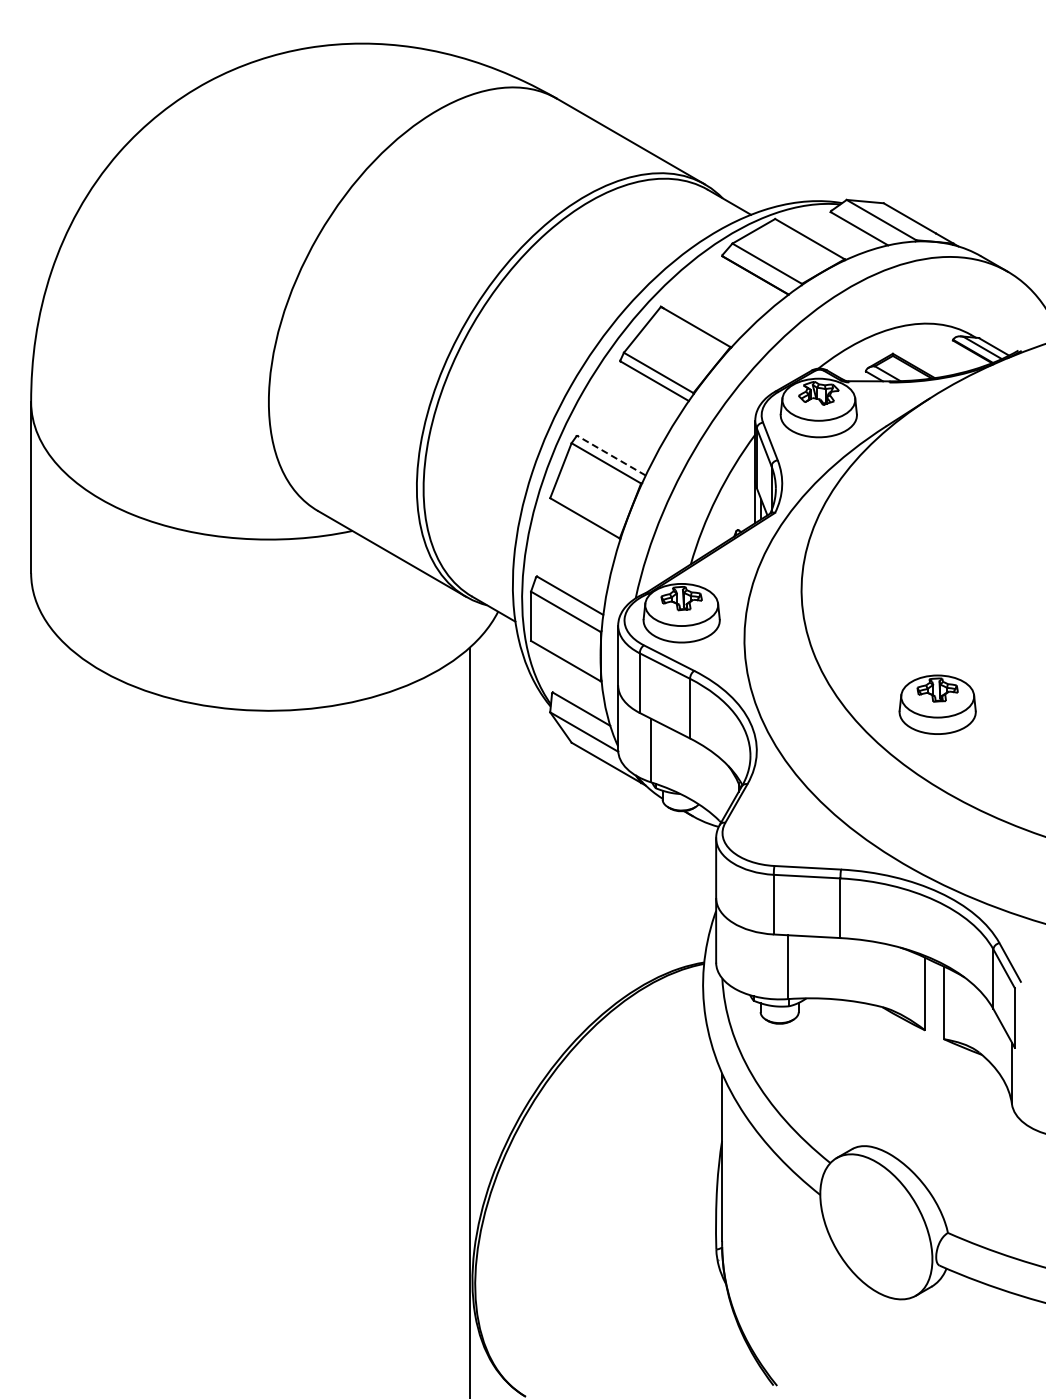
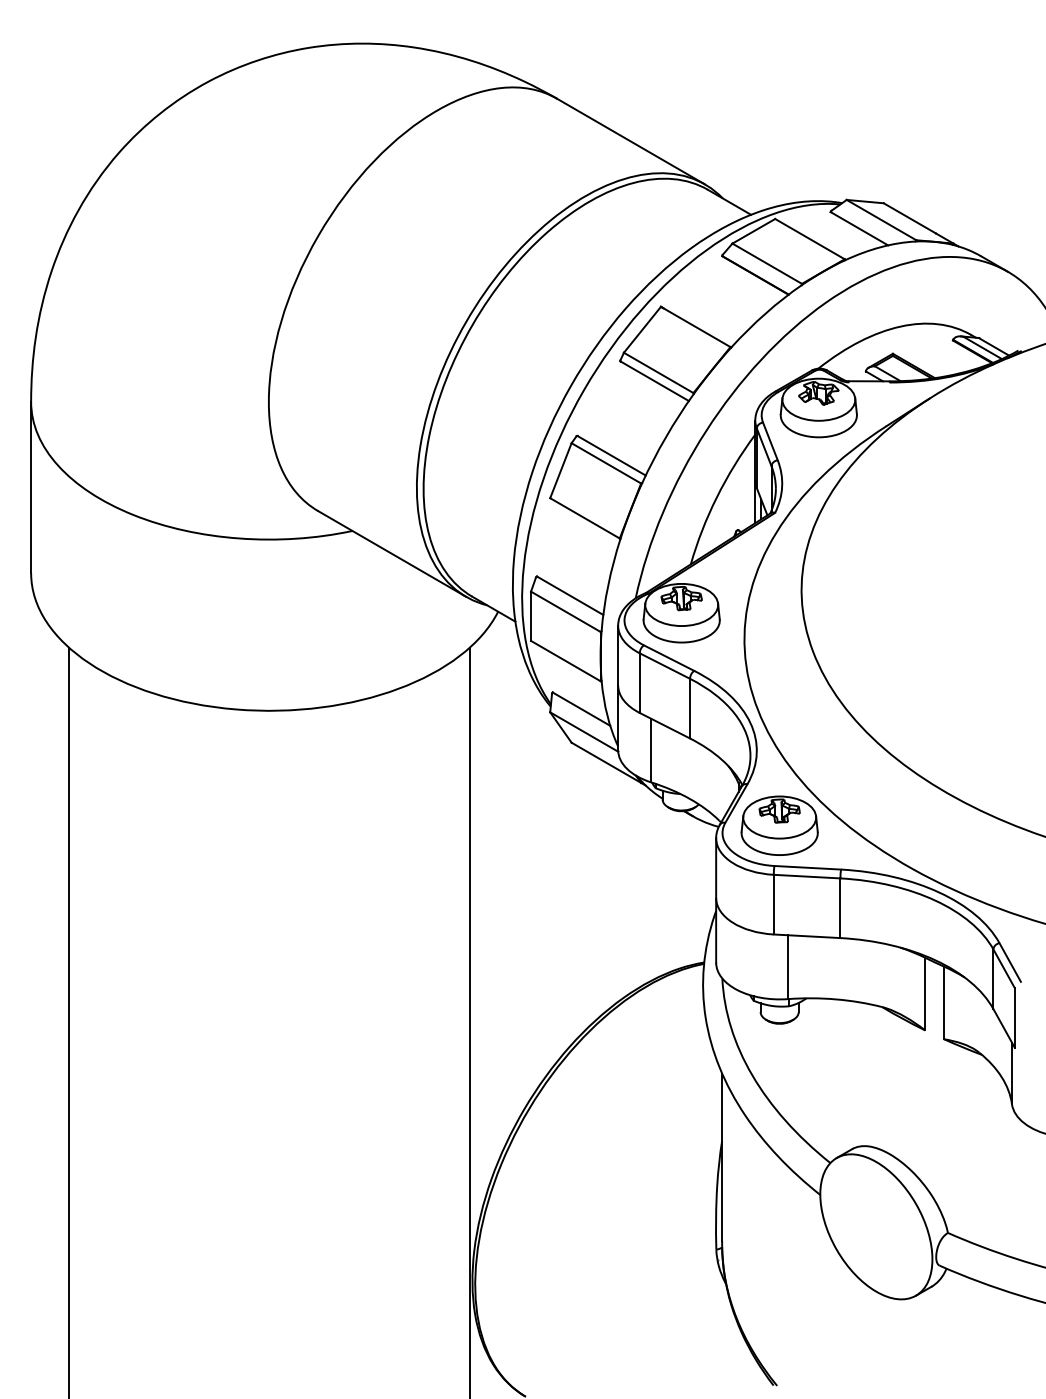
line at (611, 455): dashed -> solid
part at (937, 704) position: (937, 704) -> (779, 825)
line at (69, 1021): none -> present
